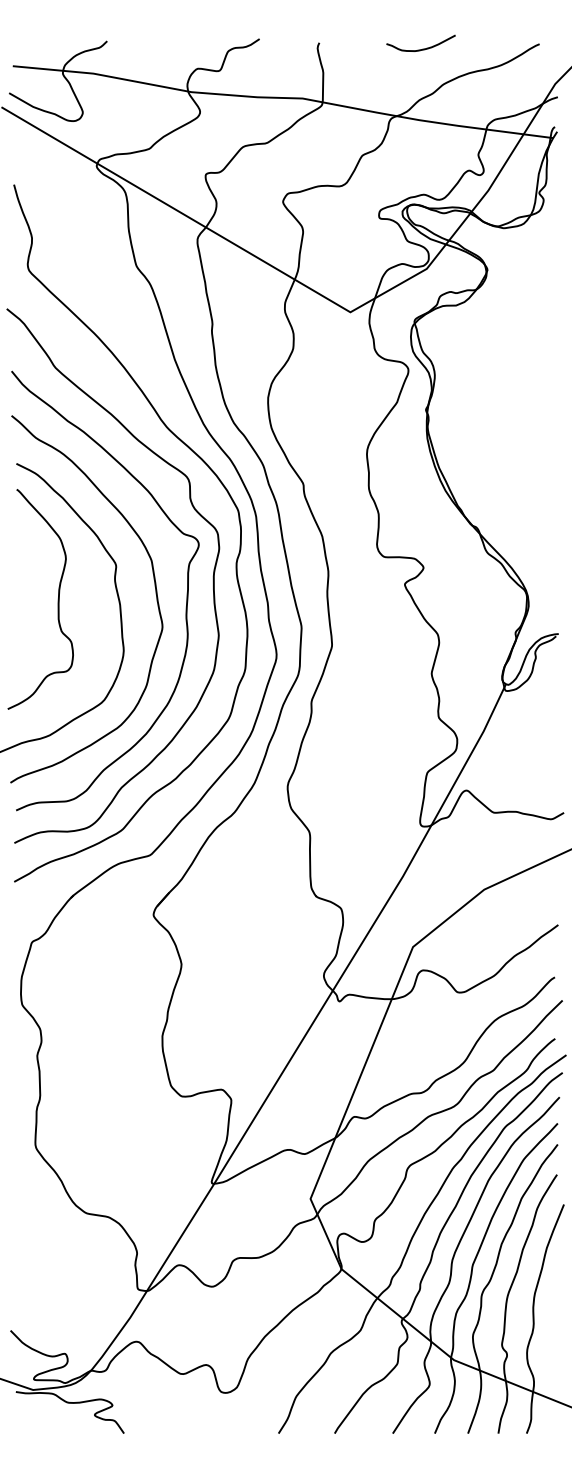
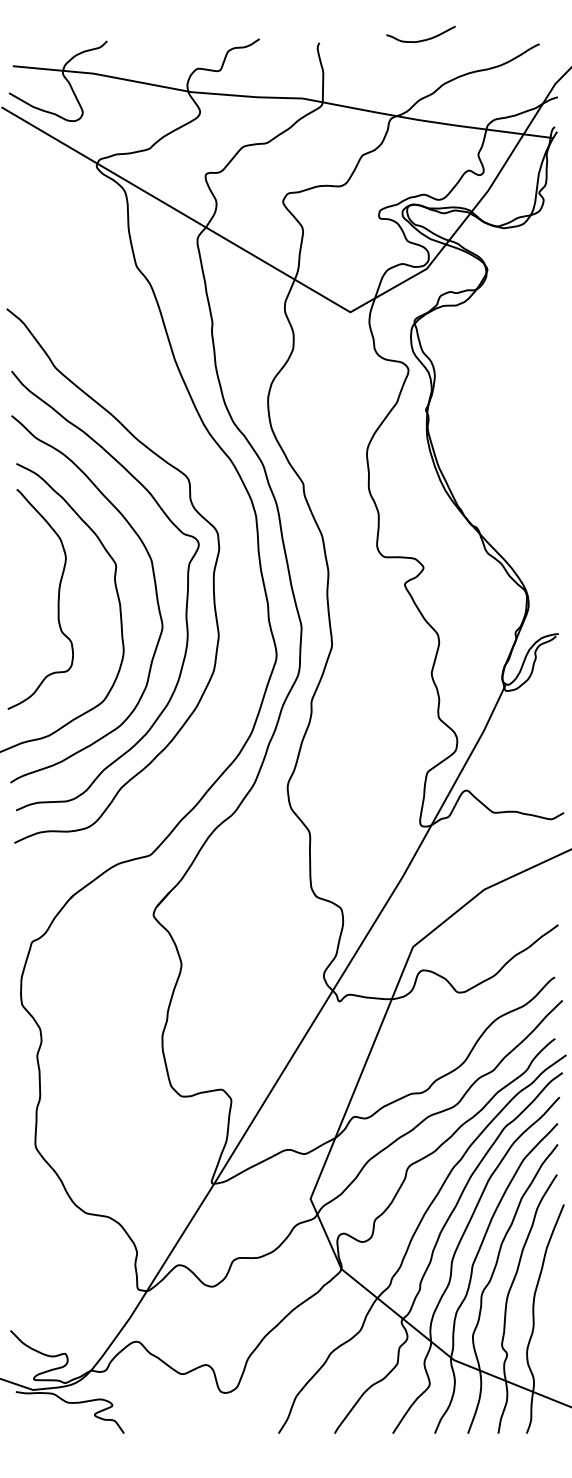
curve at (422, 48) position: (422, 48) -> (422, 39)
curve at (209, 469): present -> none
